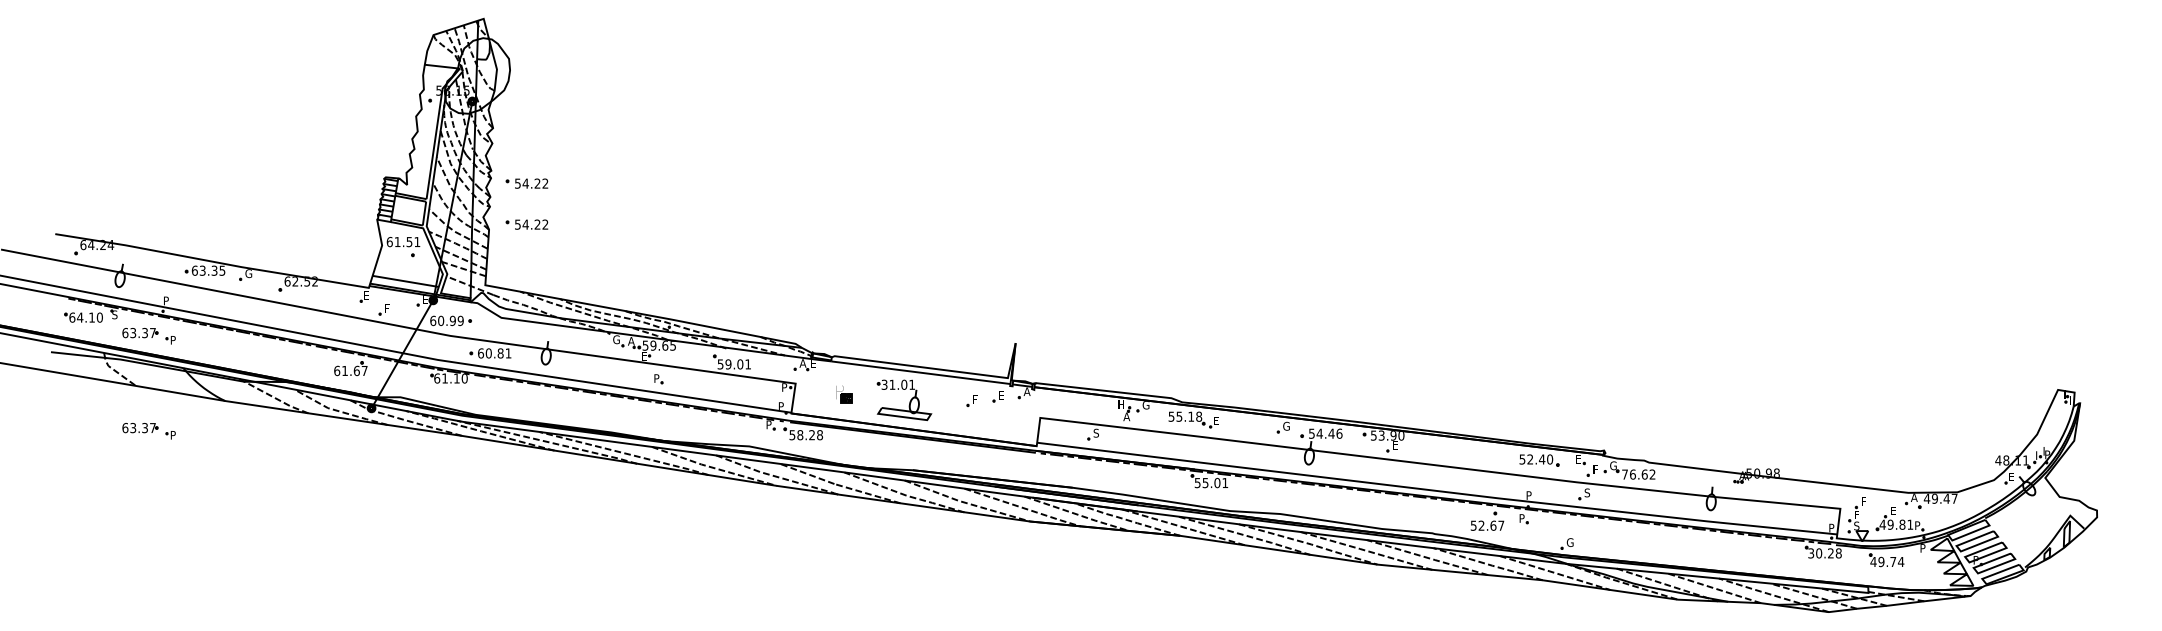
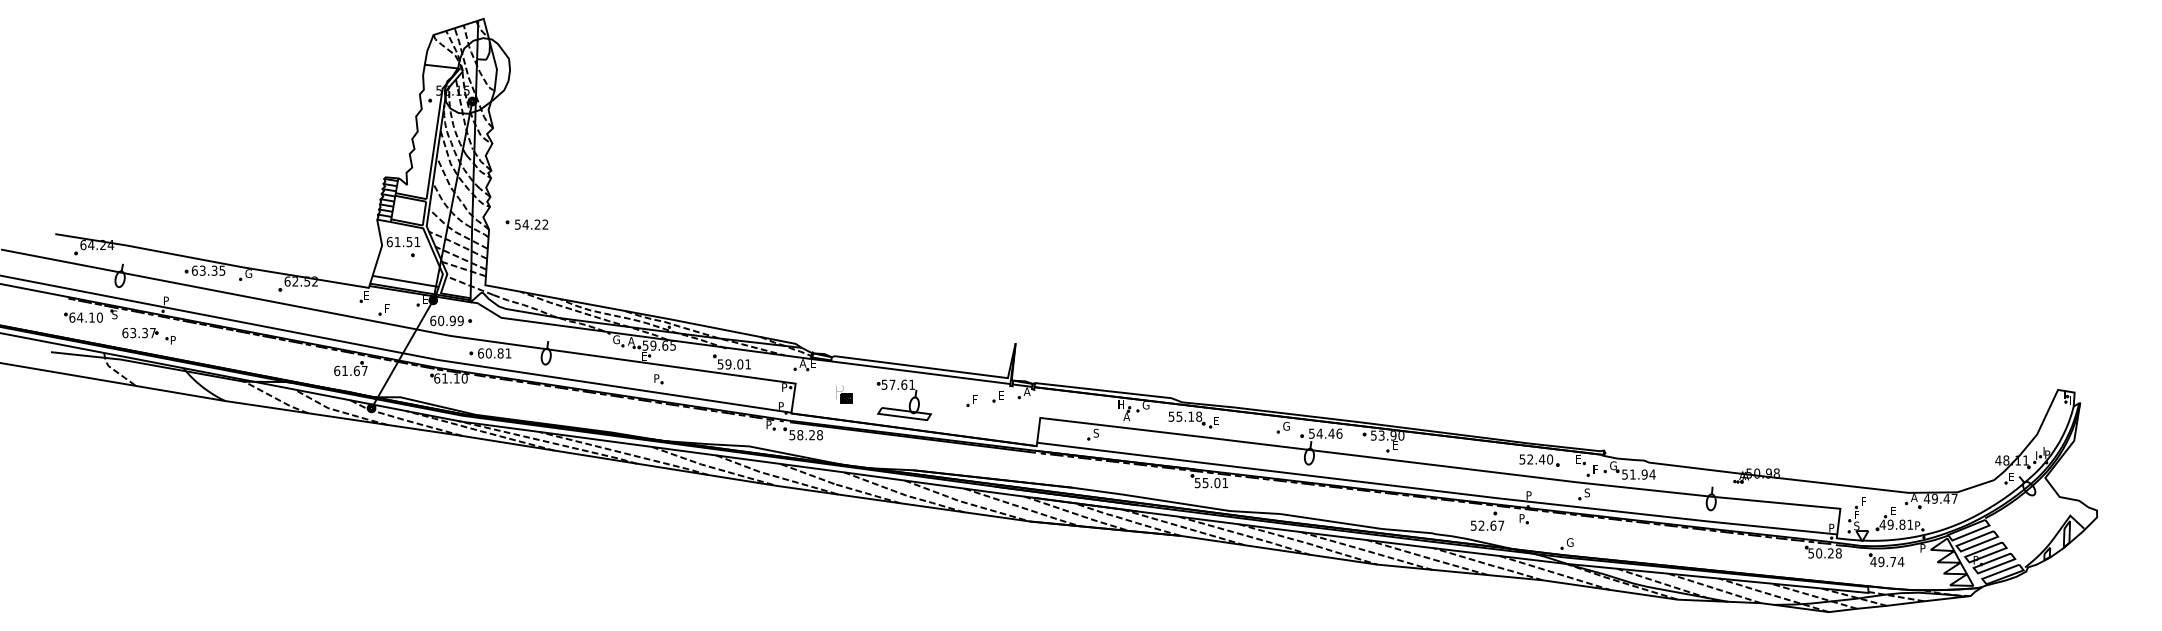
part at (526, 183): present -> none
text at (894, 384): 31.01 -> 57.61
part at (148, 431): present -> none
text at (1638, 474): 76.62 -> 51.94
text at (1810, 552): 30.28 -> 50.28
